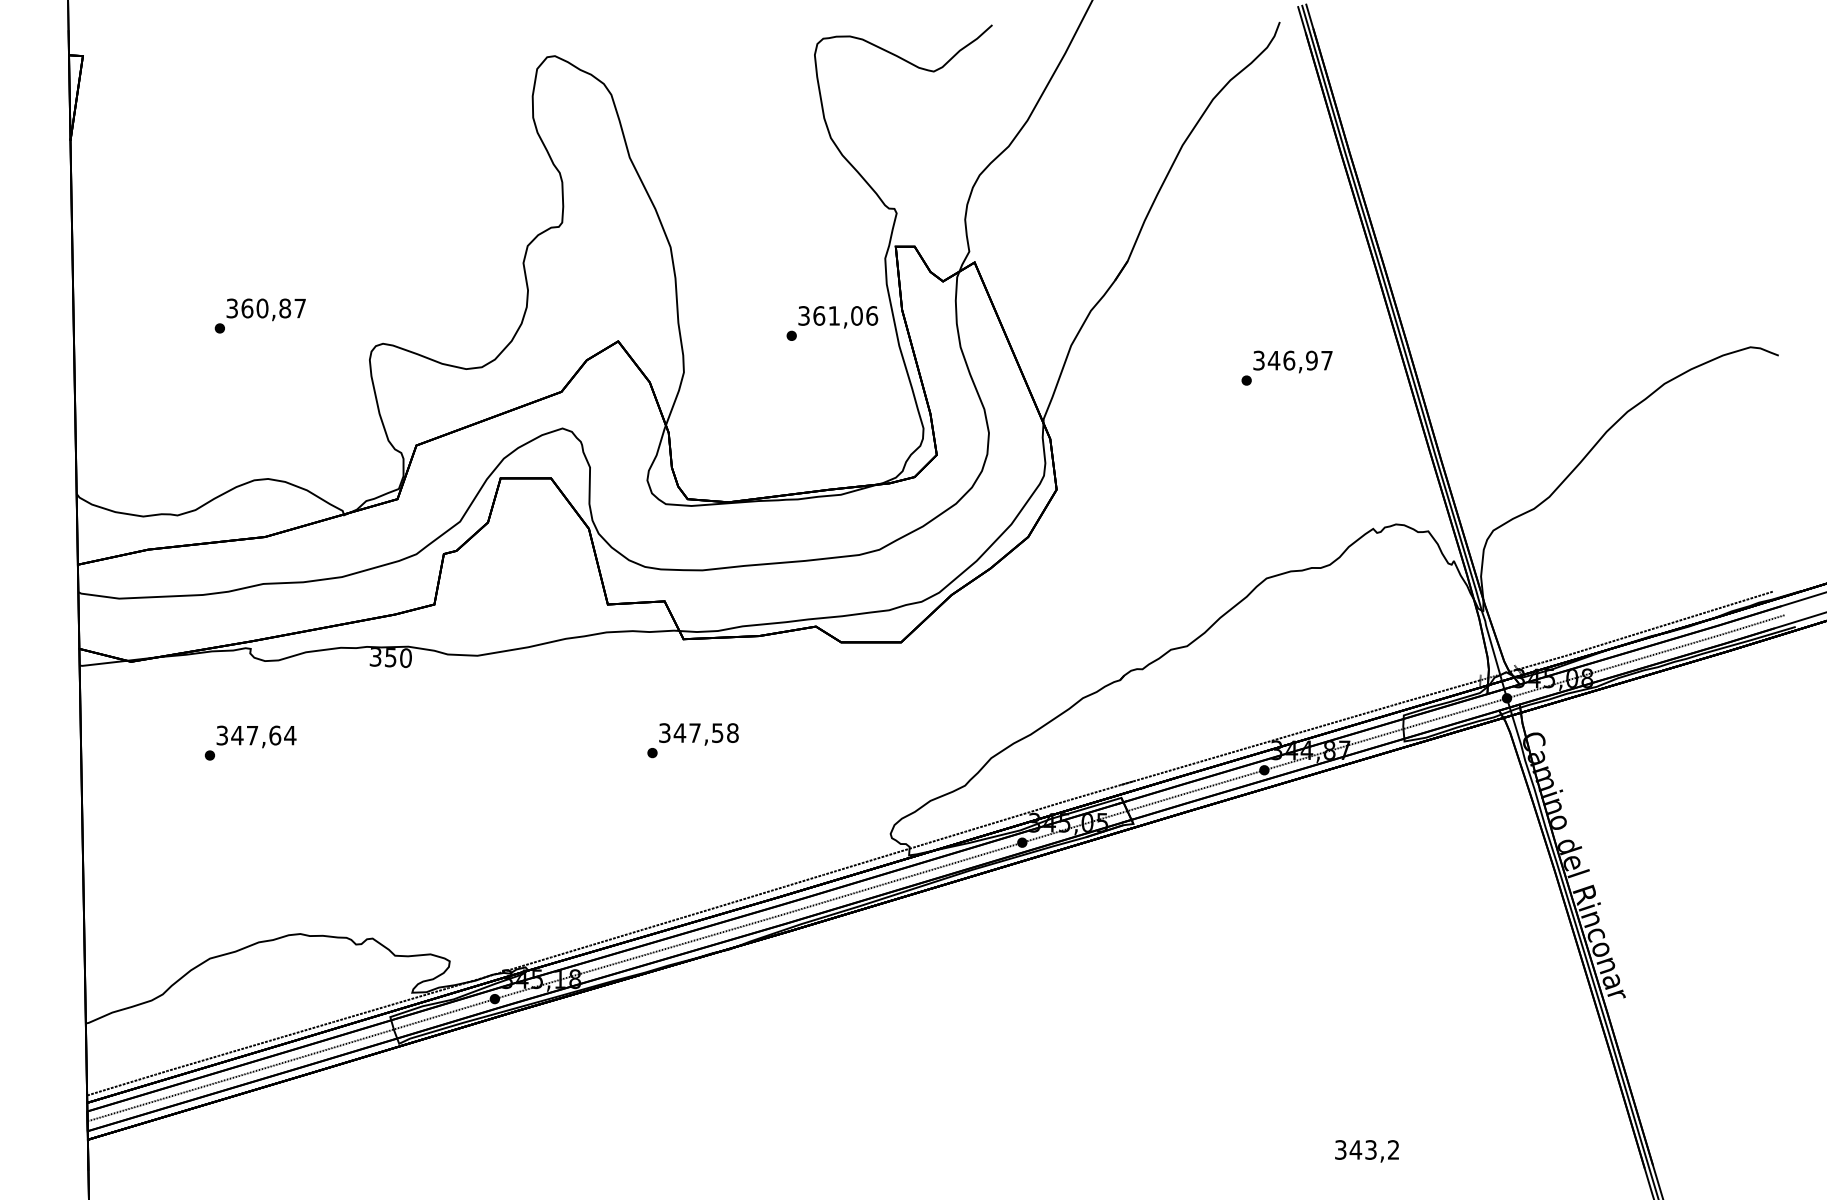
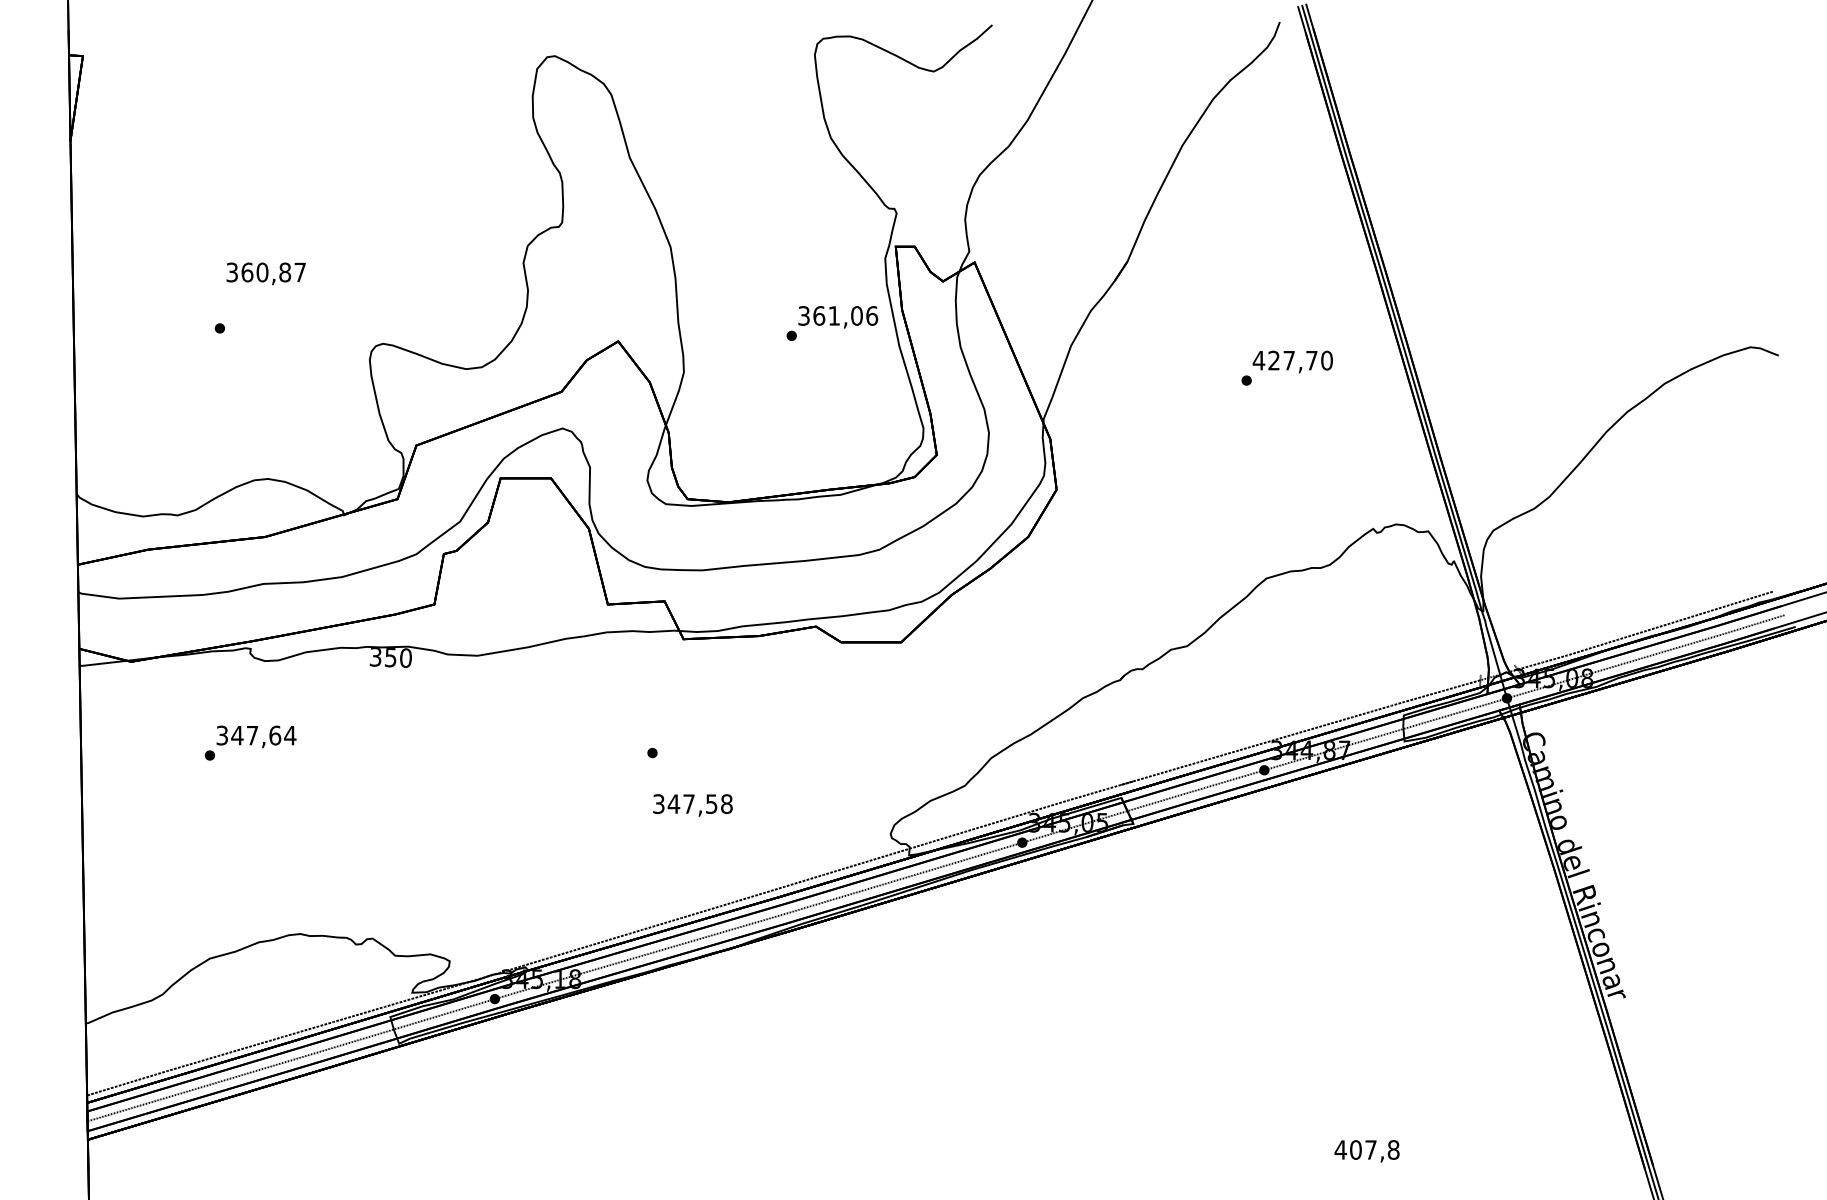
text at (265, 309) position: (265, 309) -> (265, 273)
text at (1292, 360): 346,97 -> 427,70
text at (698, 734) position: (698, 734) -> (692, 805)
text at (1366, 1149): 343,2 -> 407,8
